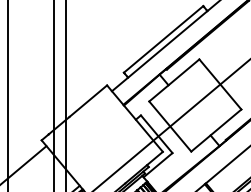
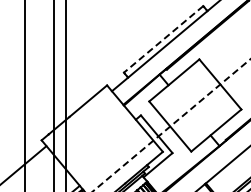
line at (163, 39): solid -> dashed
line at (8, 95) position: (8, 95) -> (25, 95)
line at (172, 125): solid -> dashed
